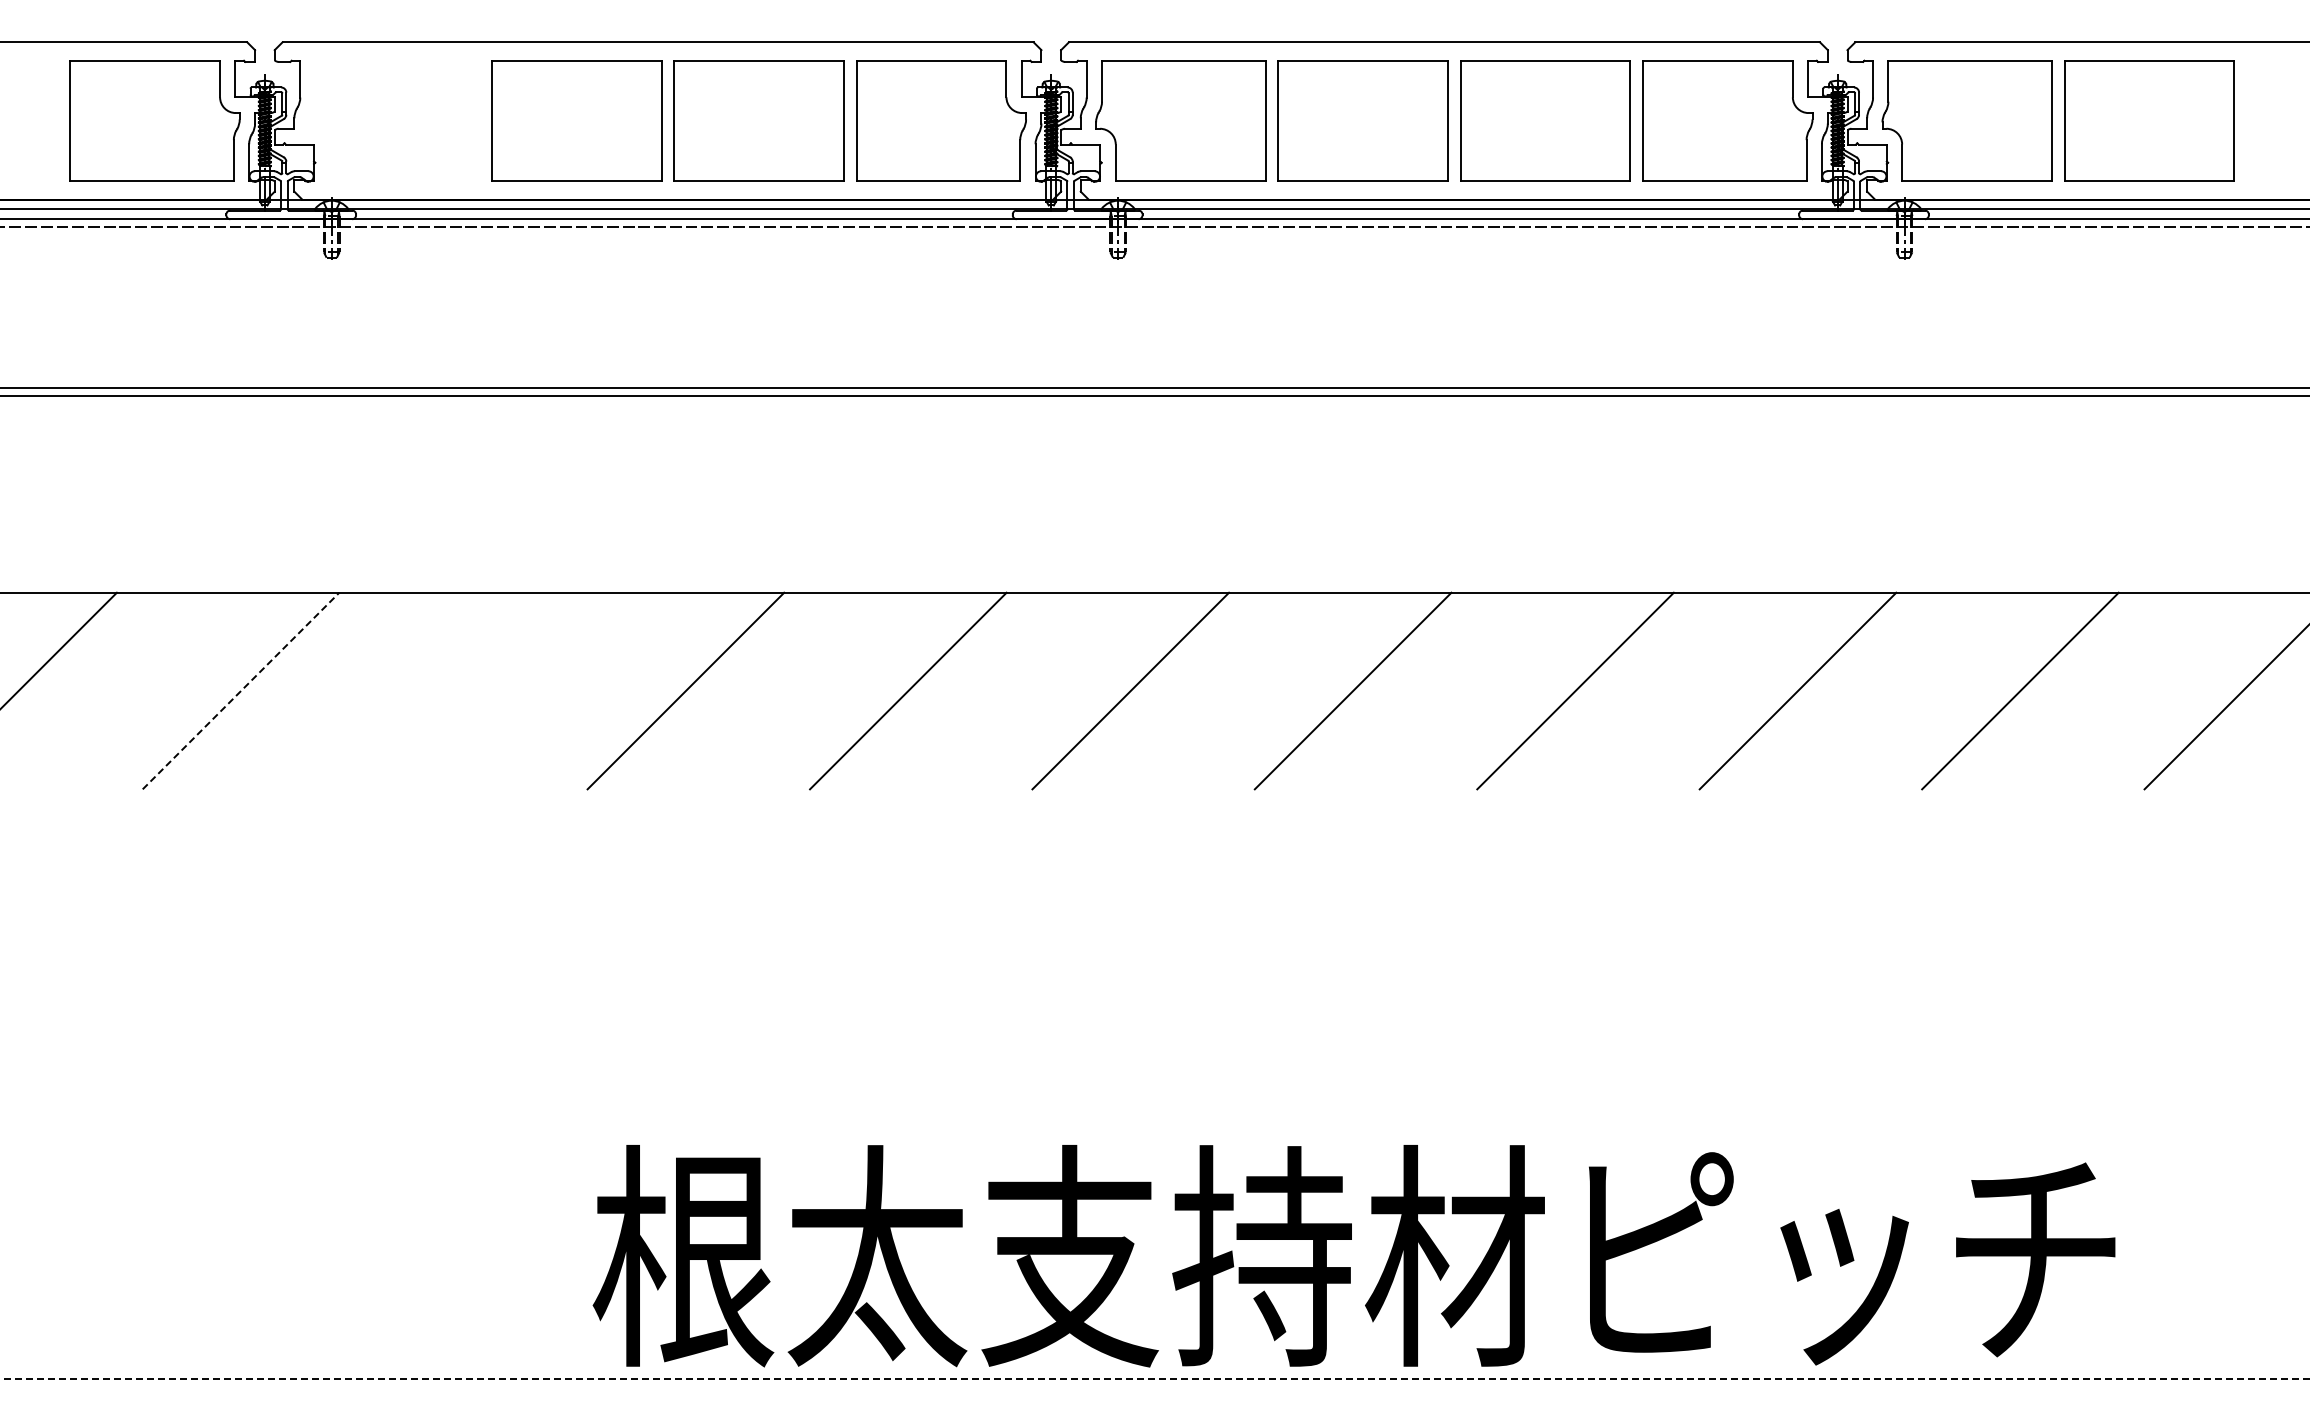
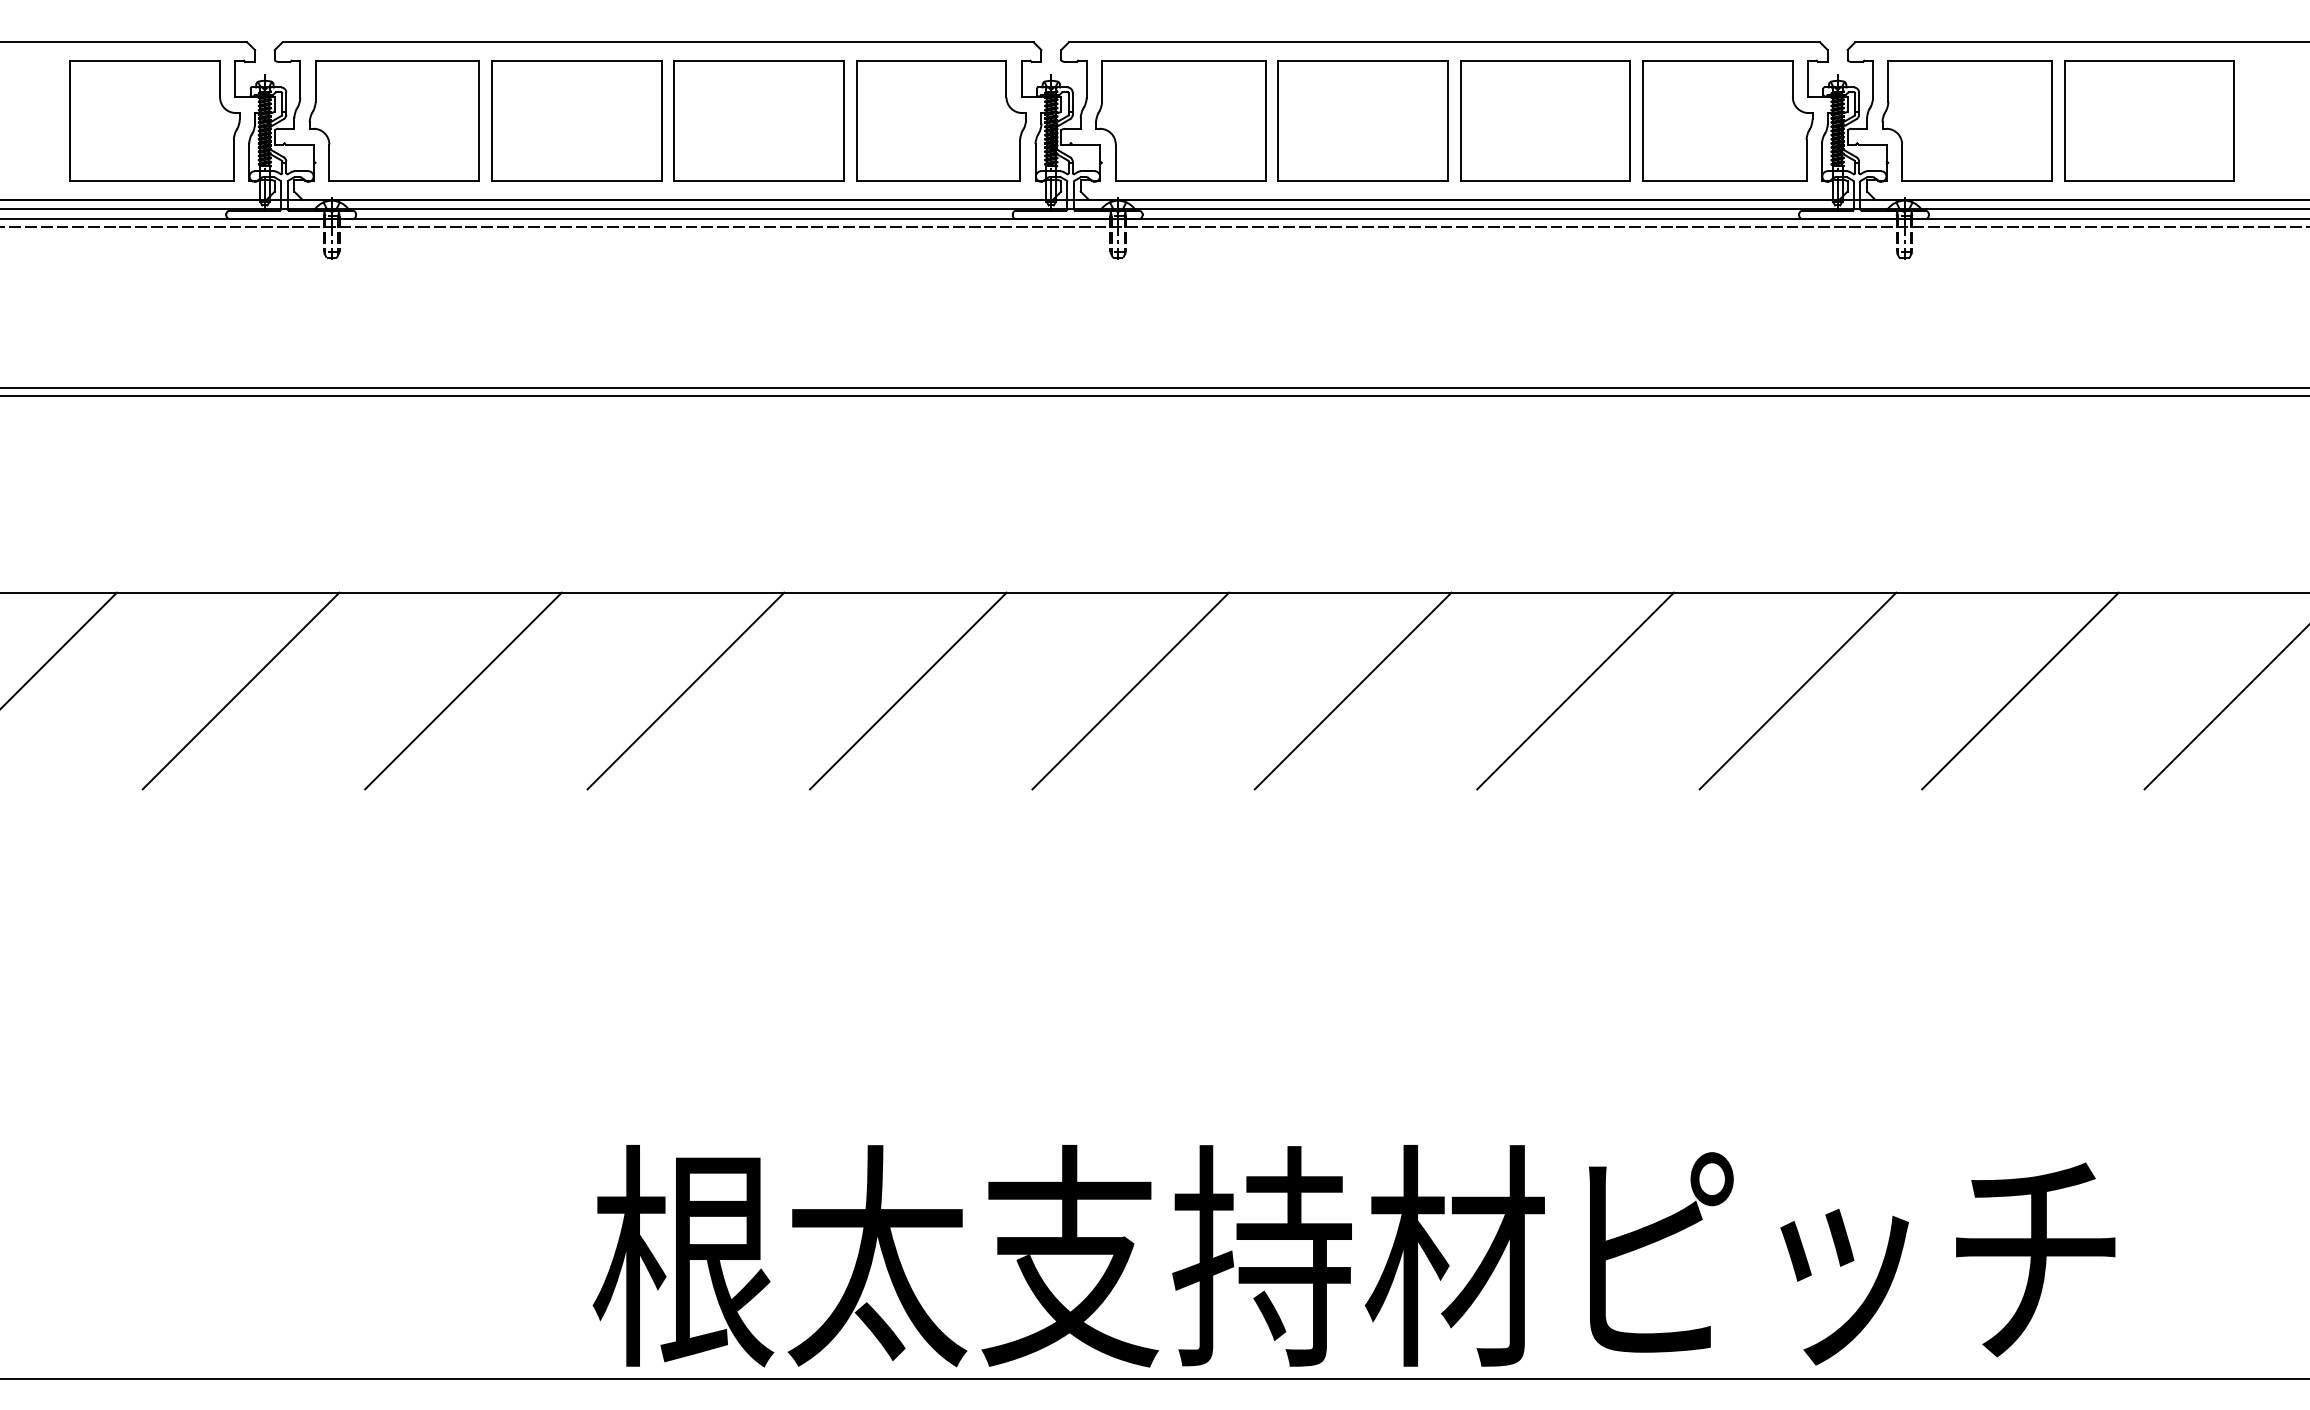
part at (393, 120): none -> present
line at (241, 690): dashed -> solid
line at (463, 690): none -> present
line at (1155, 1379): dashed -> solid
